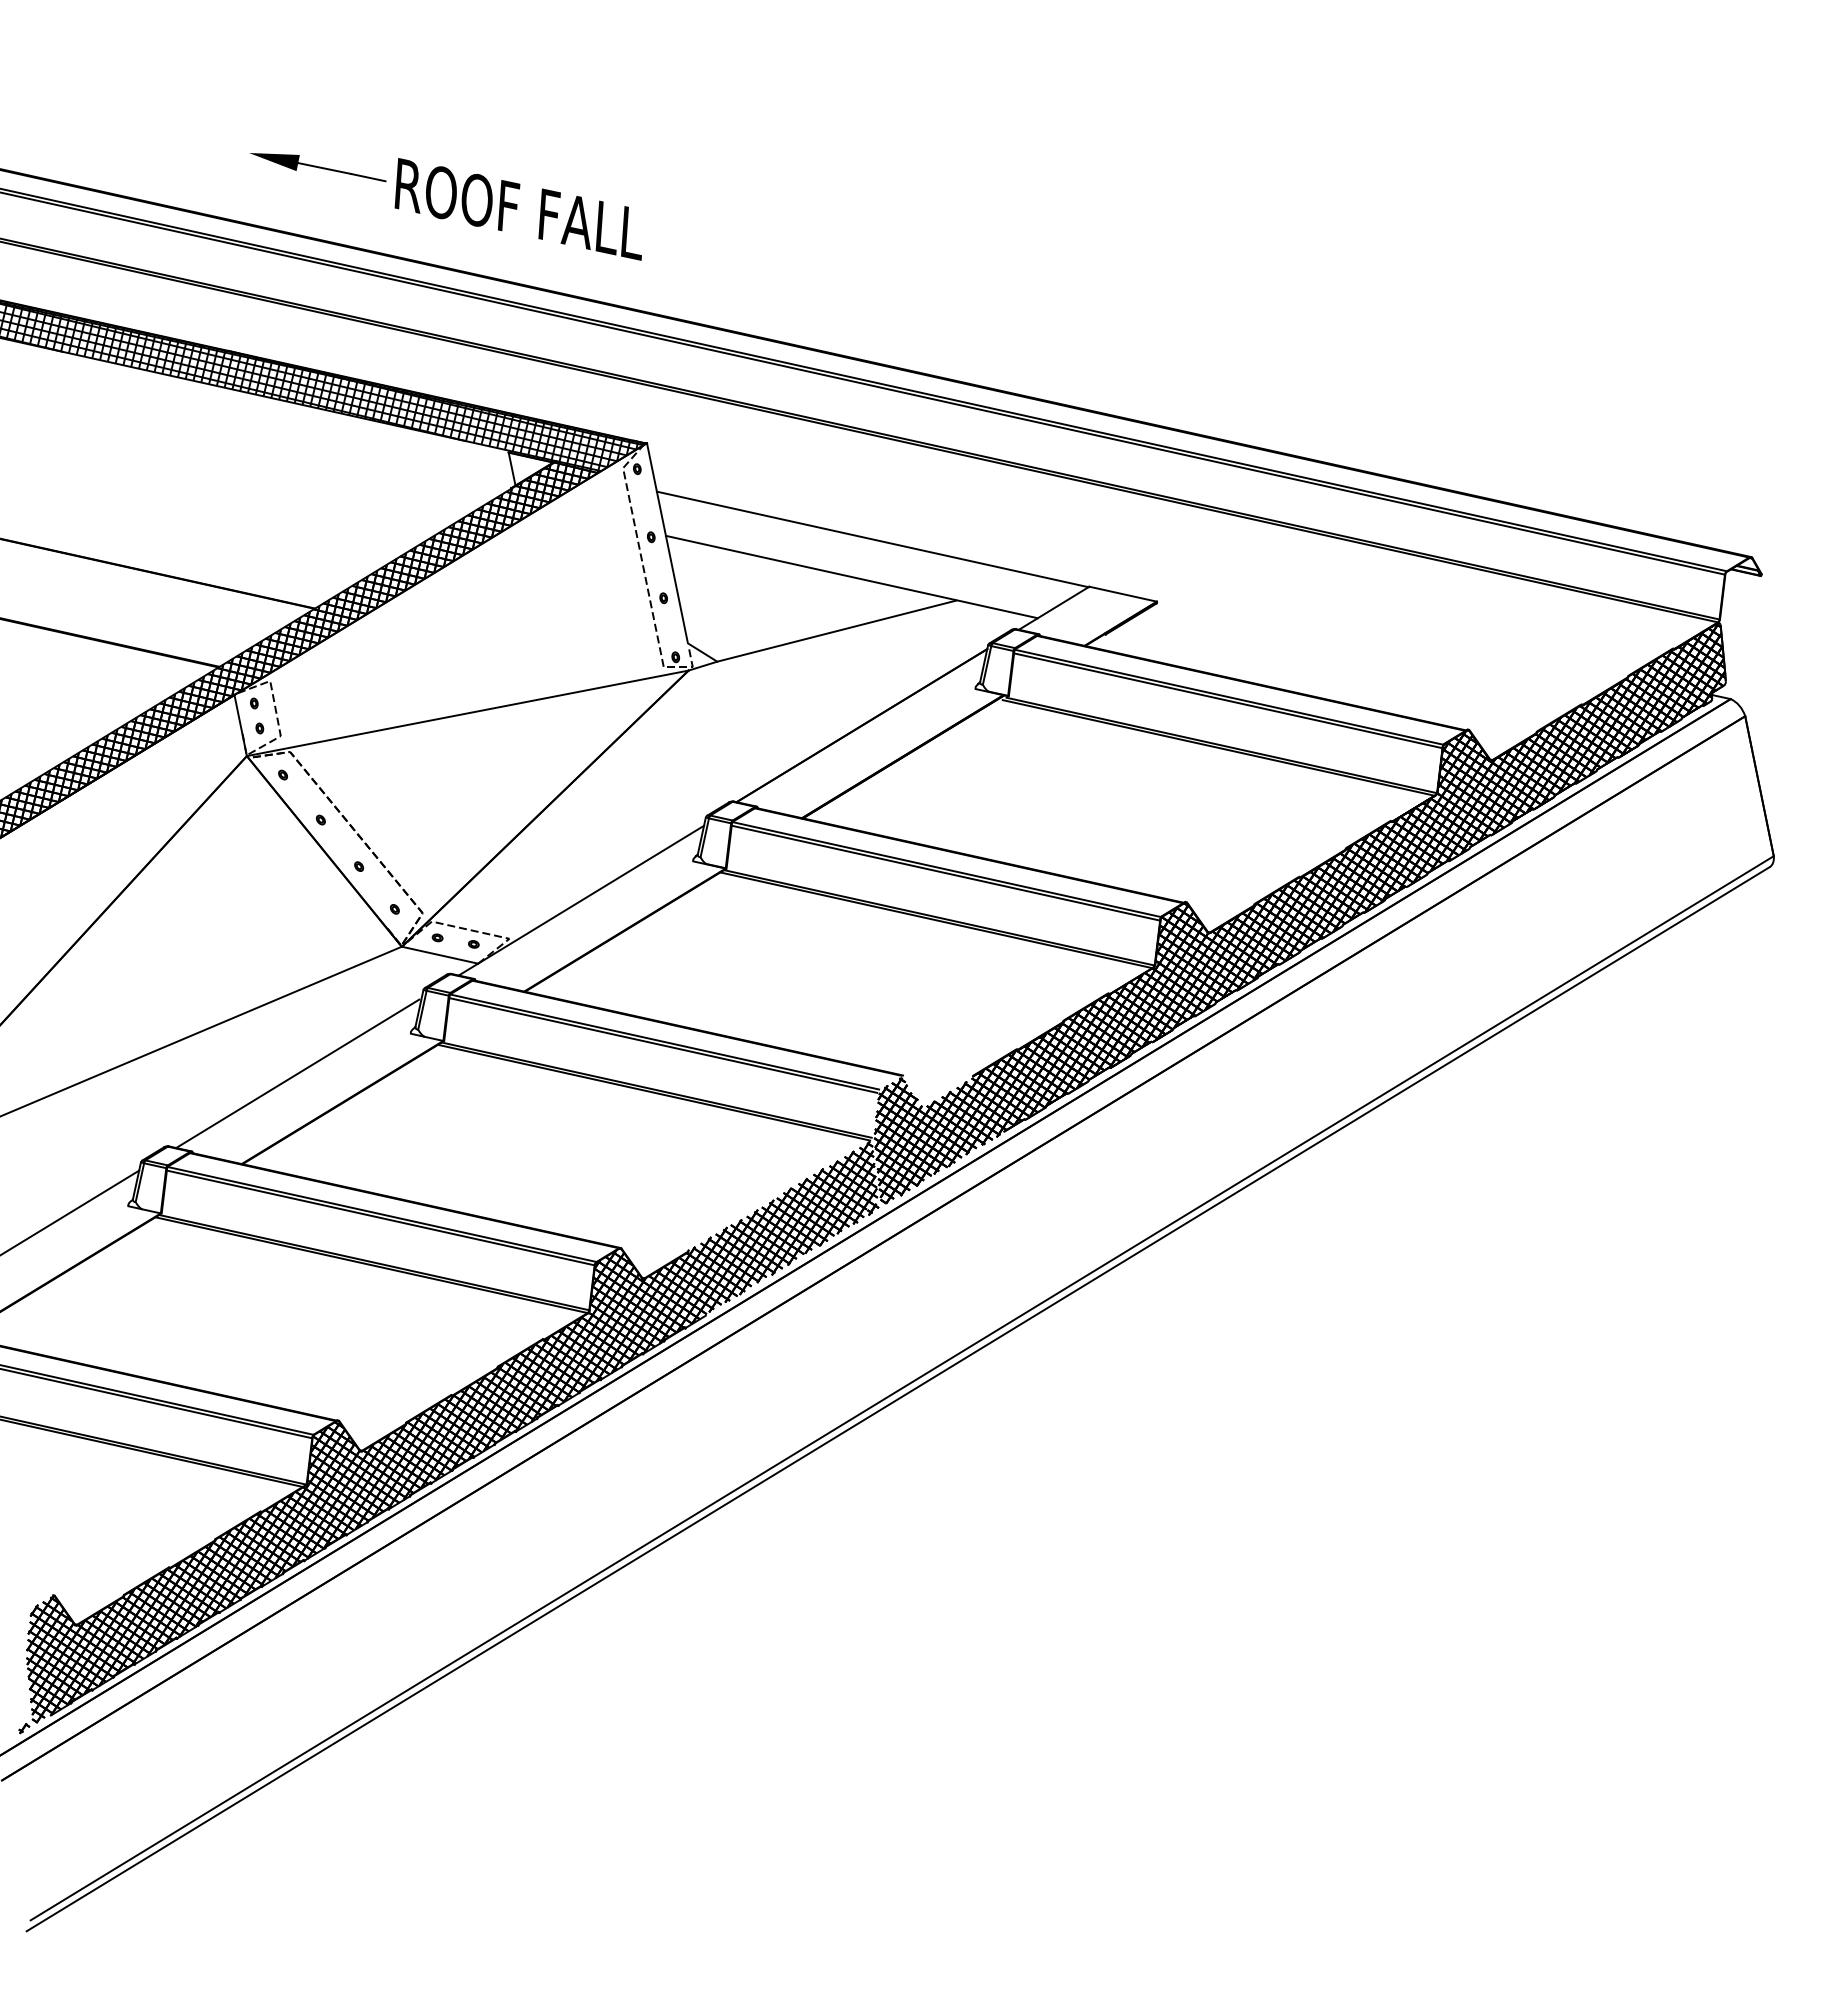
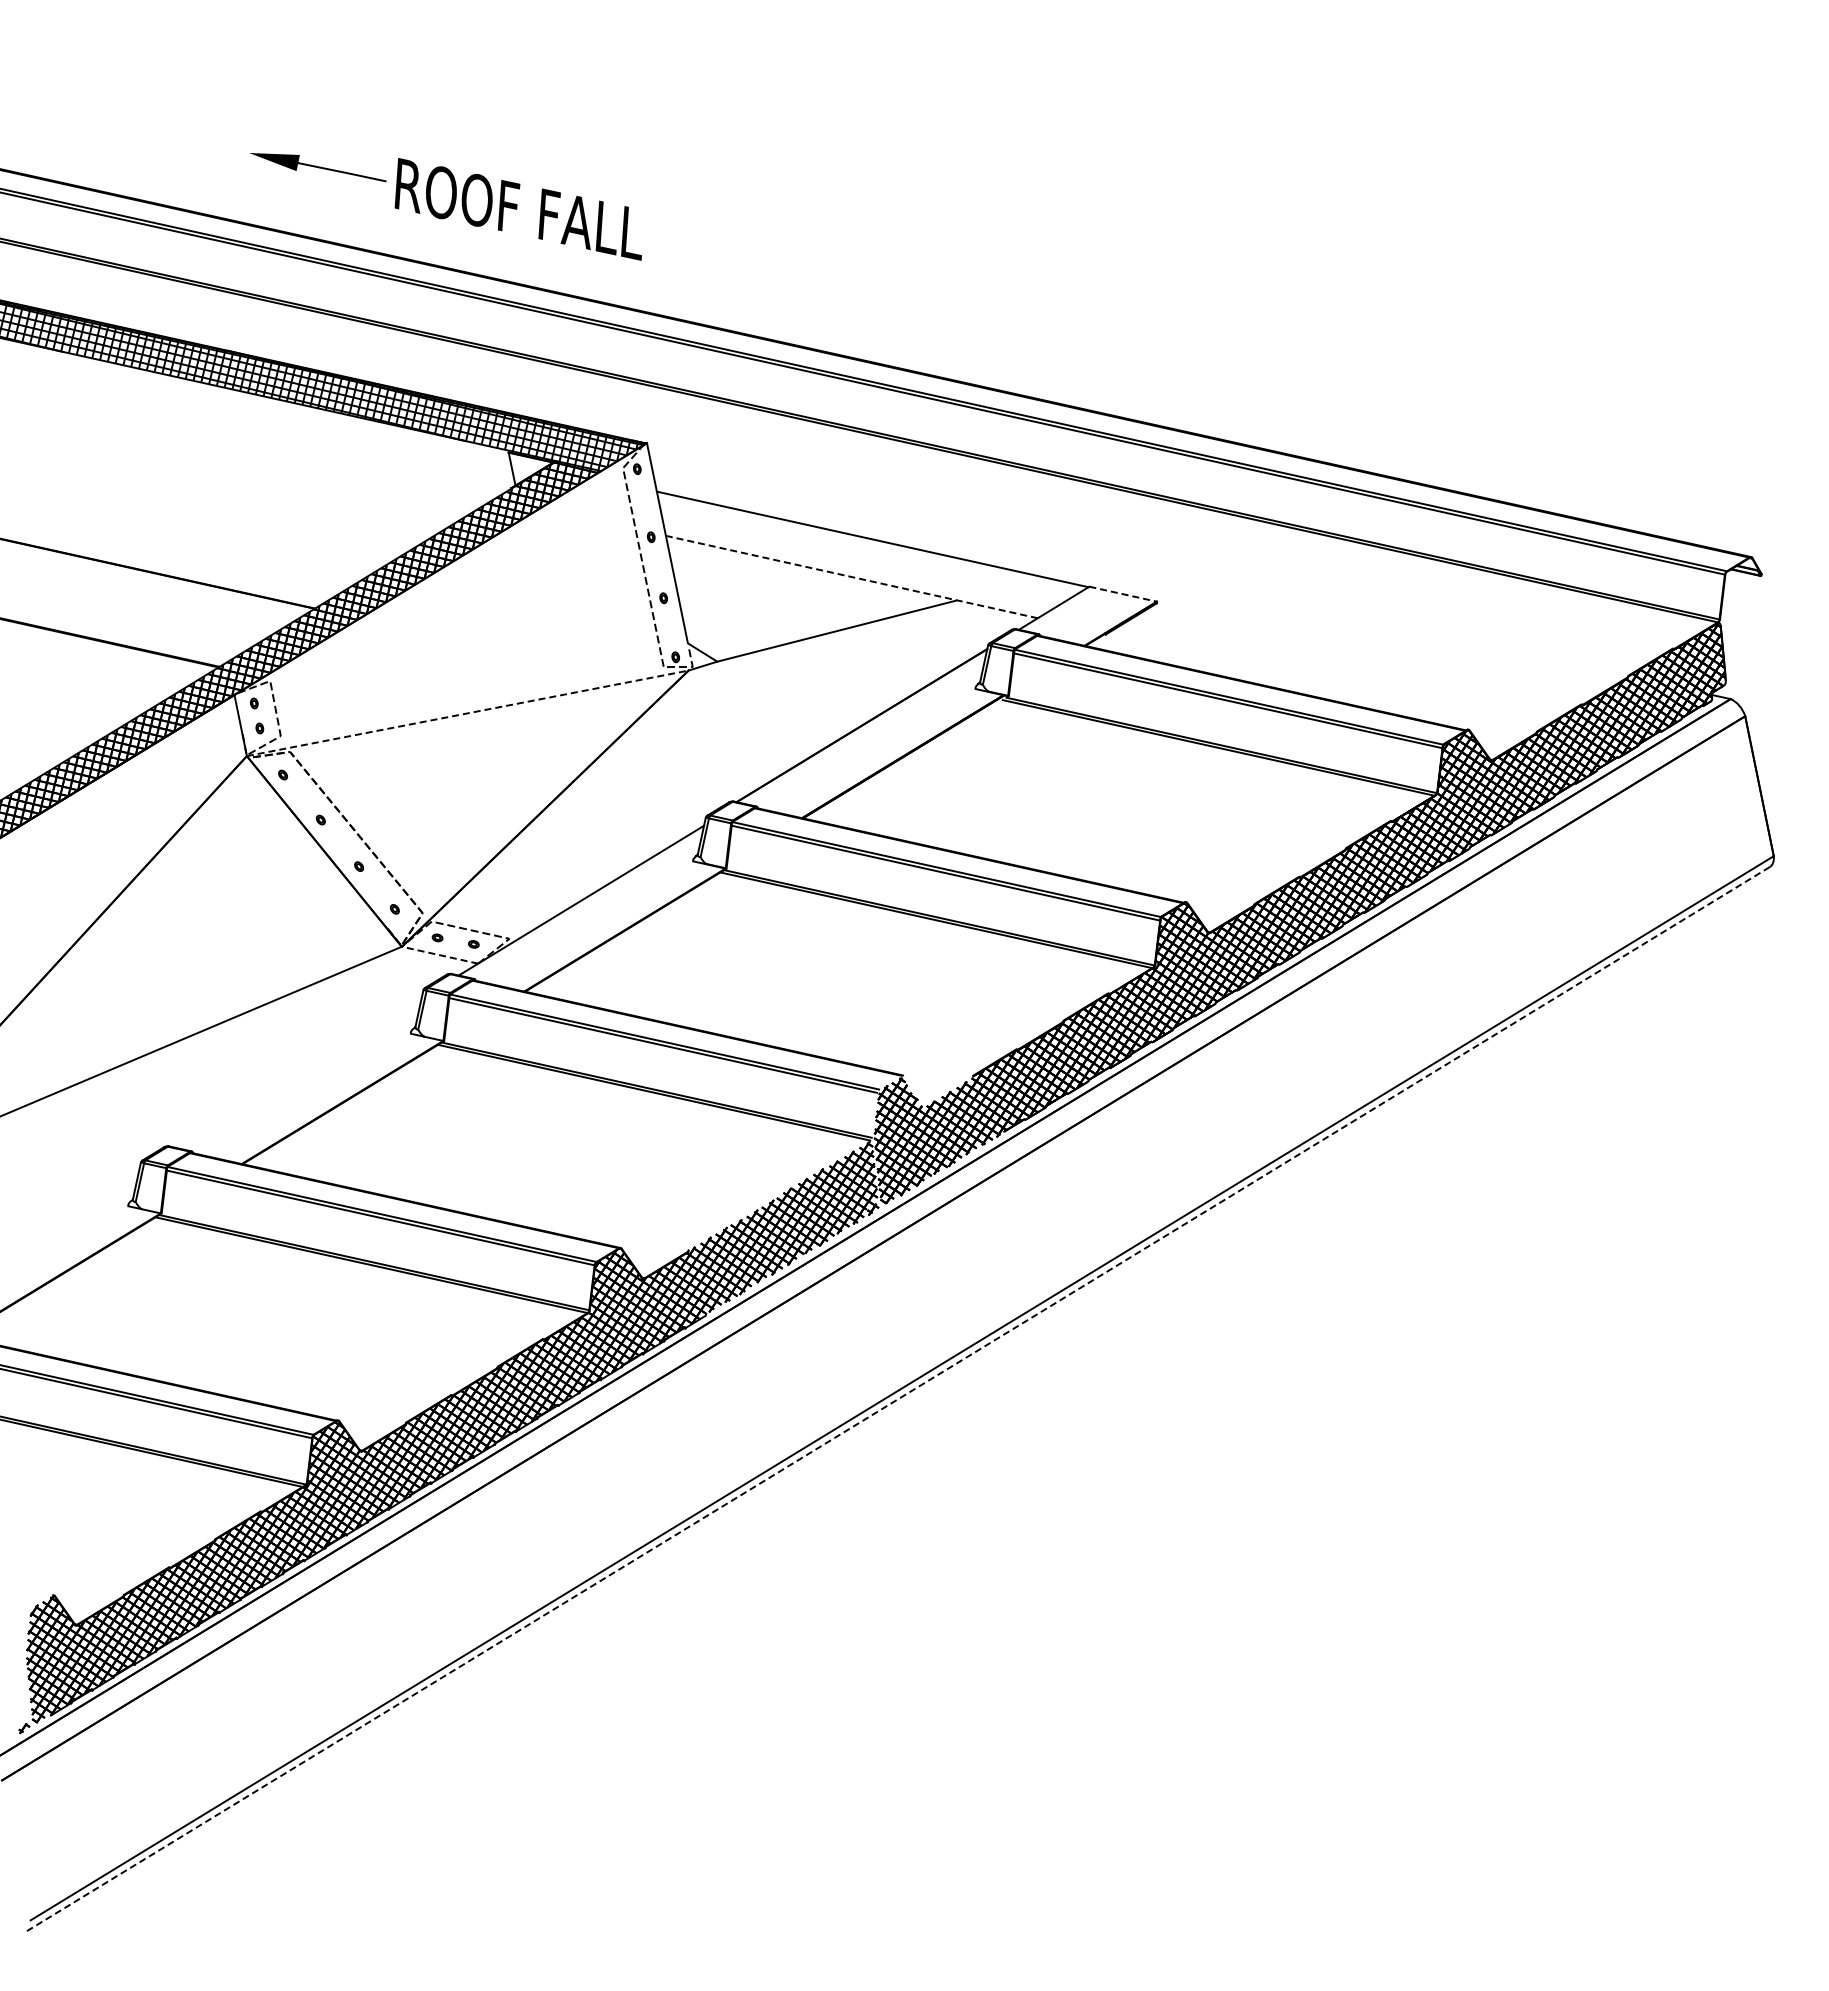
line at (851, 576): solid -> dashed
line at (1123, 594): solid -> dashed
line at (467, 713): solid -> dashed
line at (439, 955): solid -> dashed
line at (297, 1073): present -> none
line at (70, 1212): present -> none
line at (897, 1399): solid -> dashed
